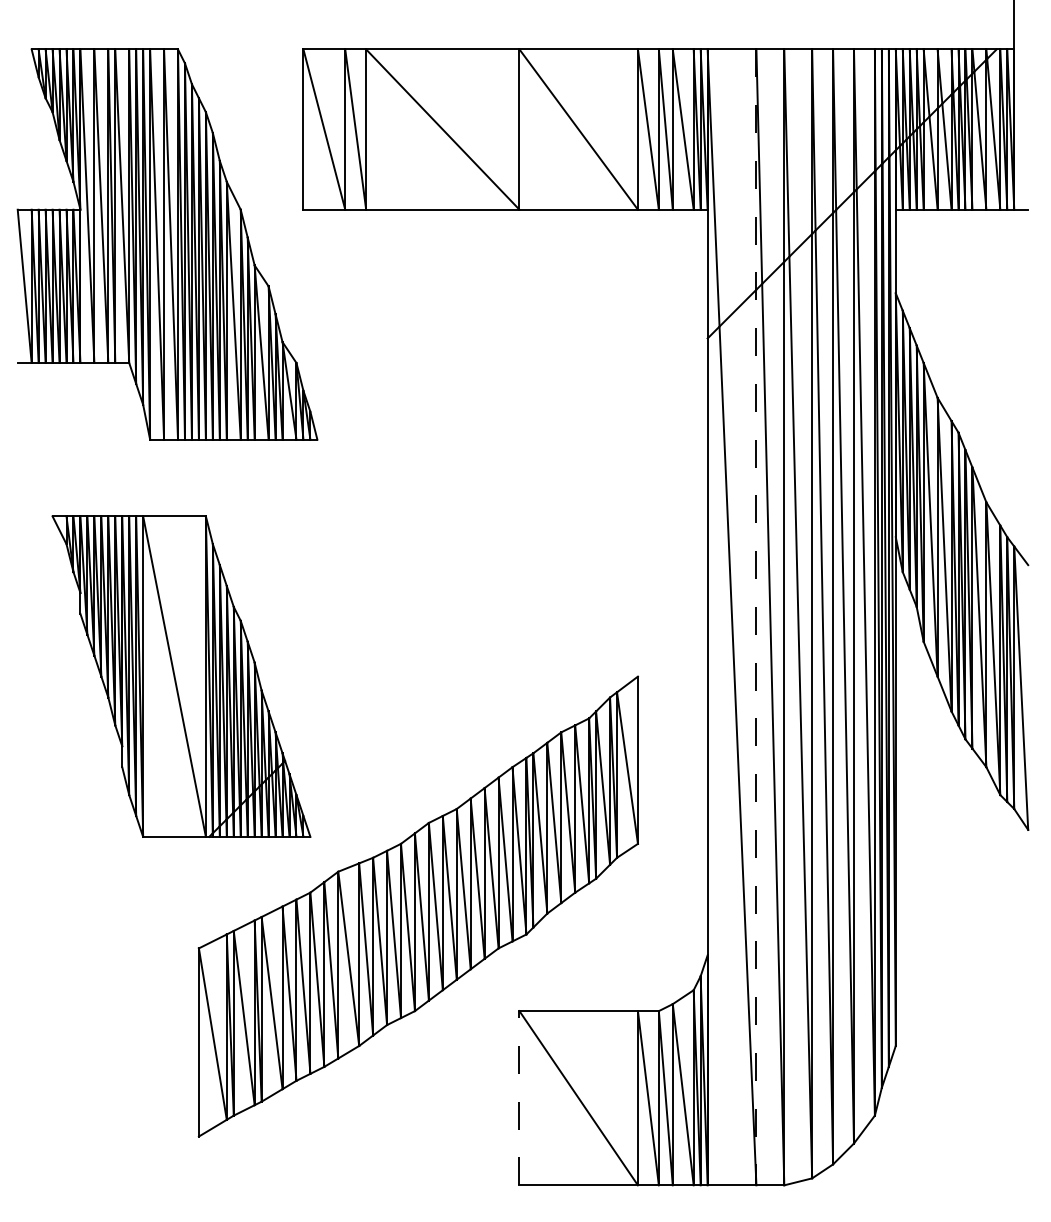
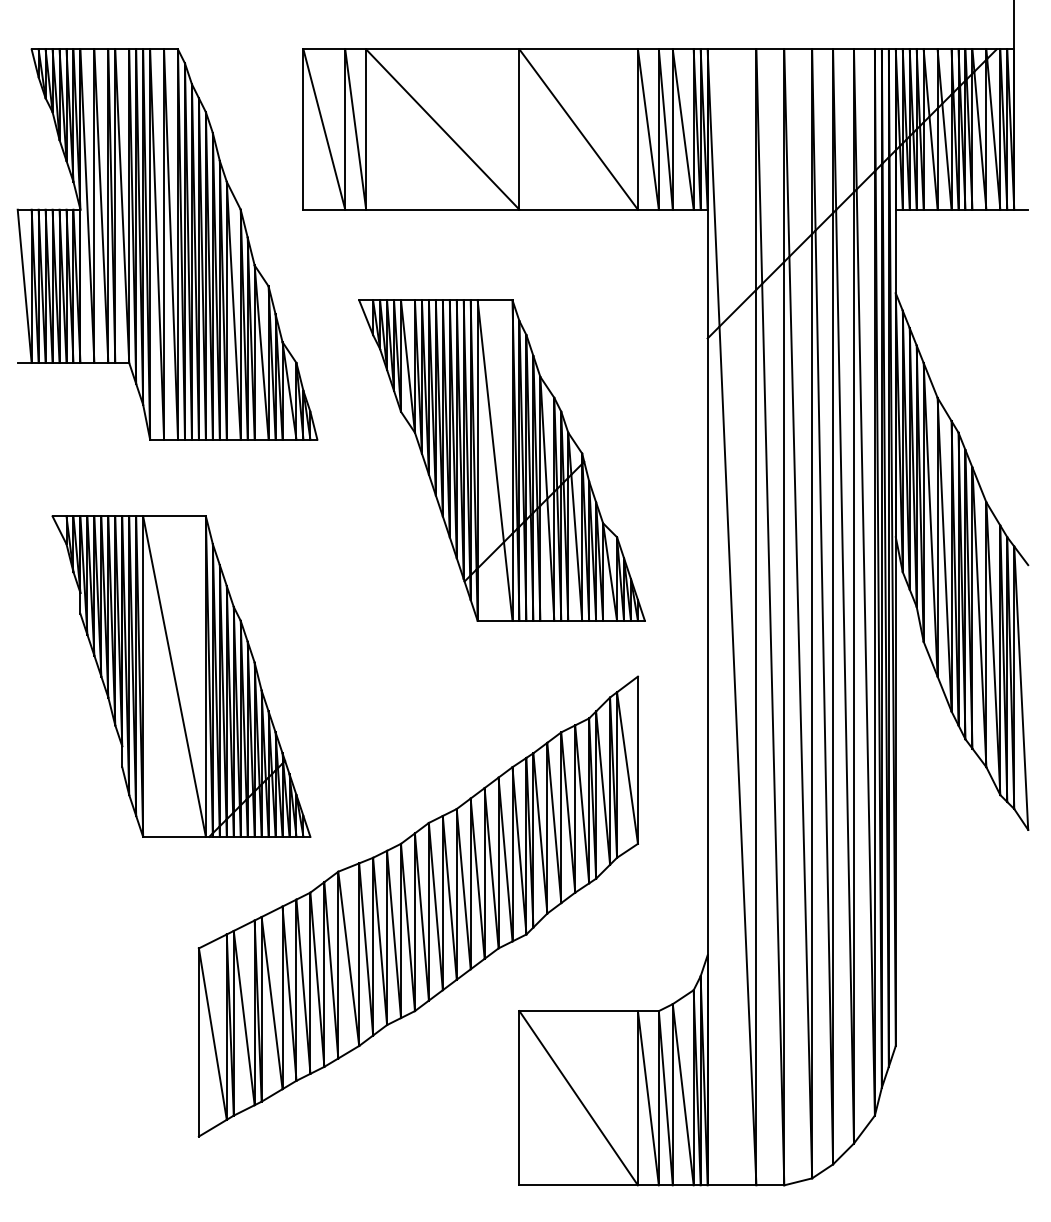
part at (501, 460): none -> present
line at (756, 617): dashed -> solid
line at (519, 1097): dashed -> solid
